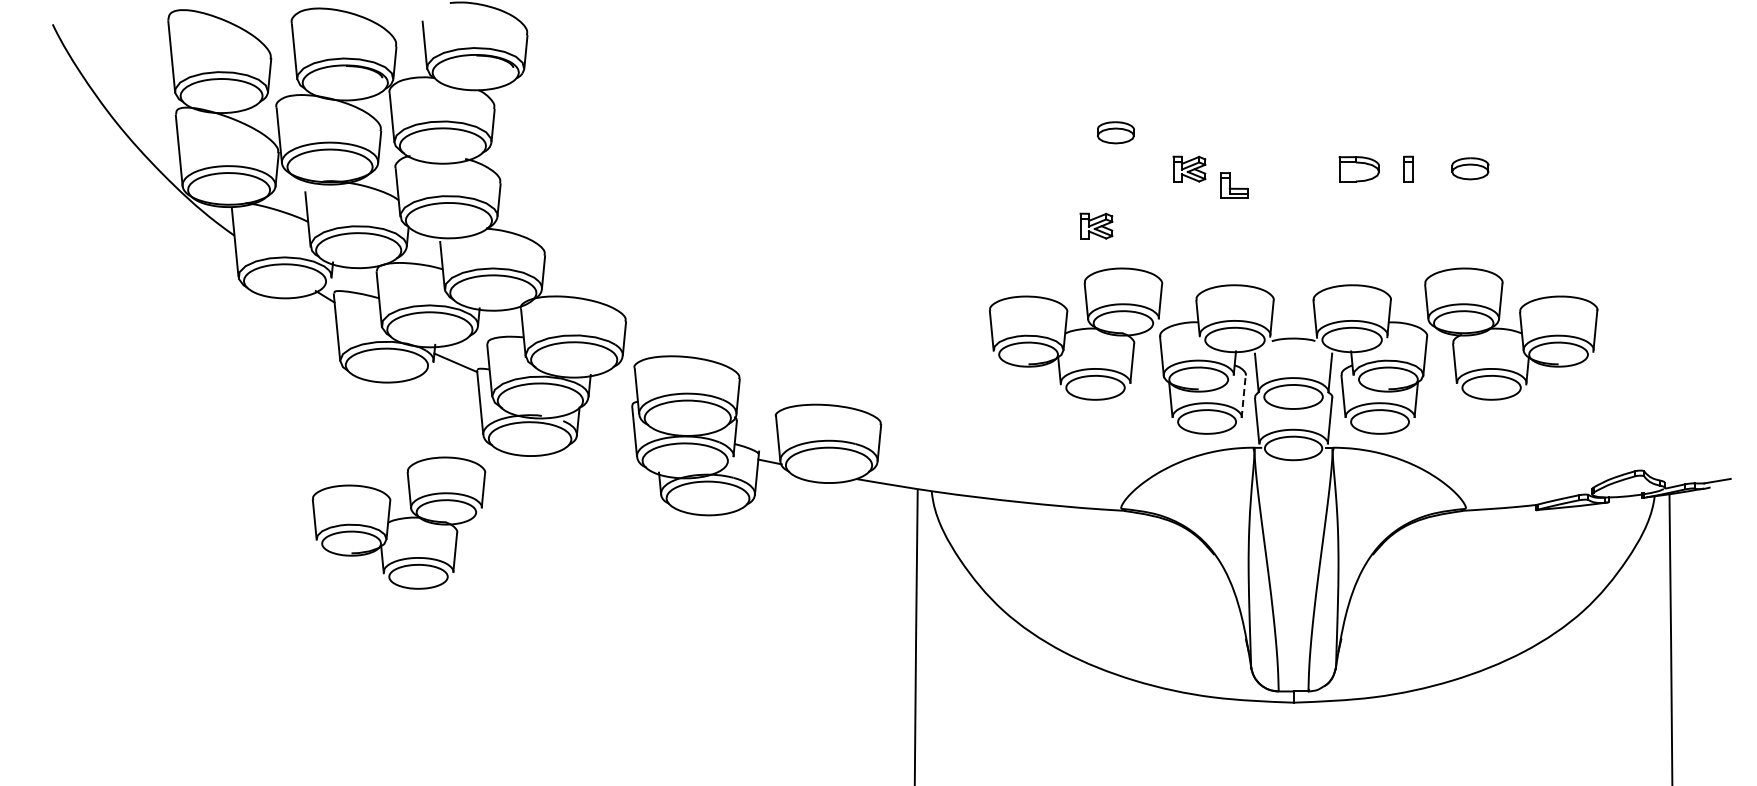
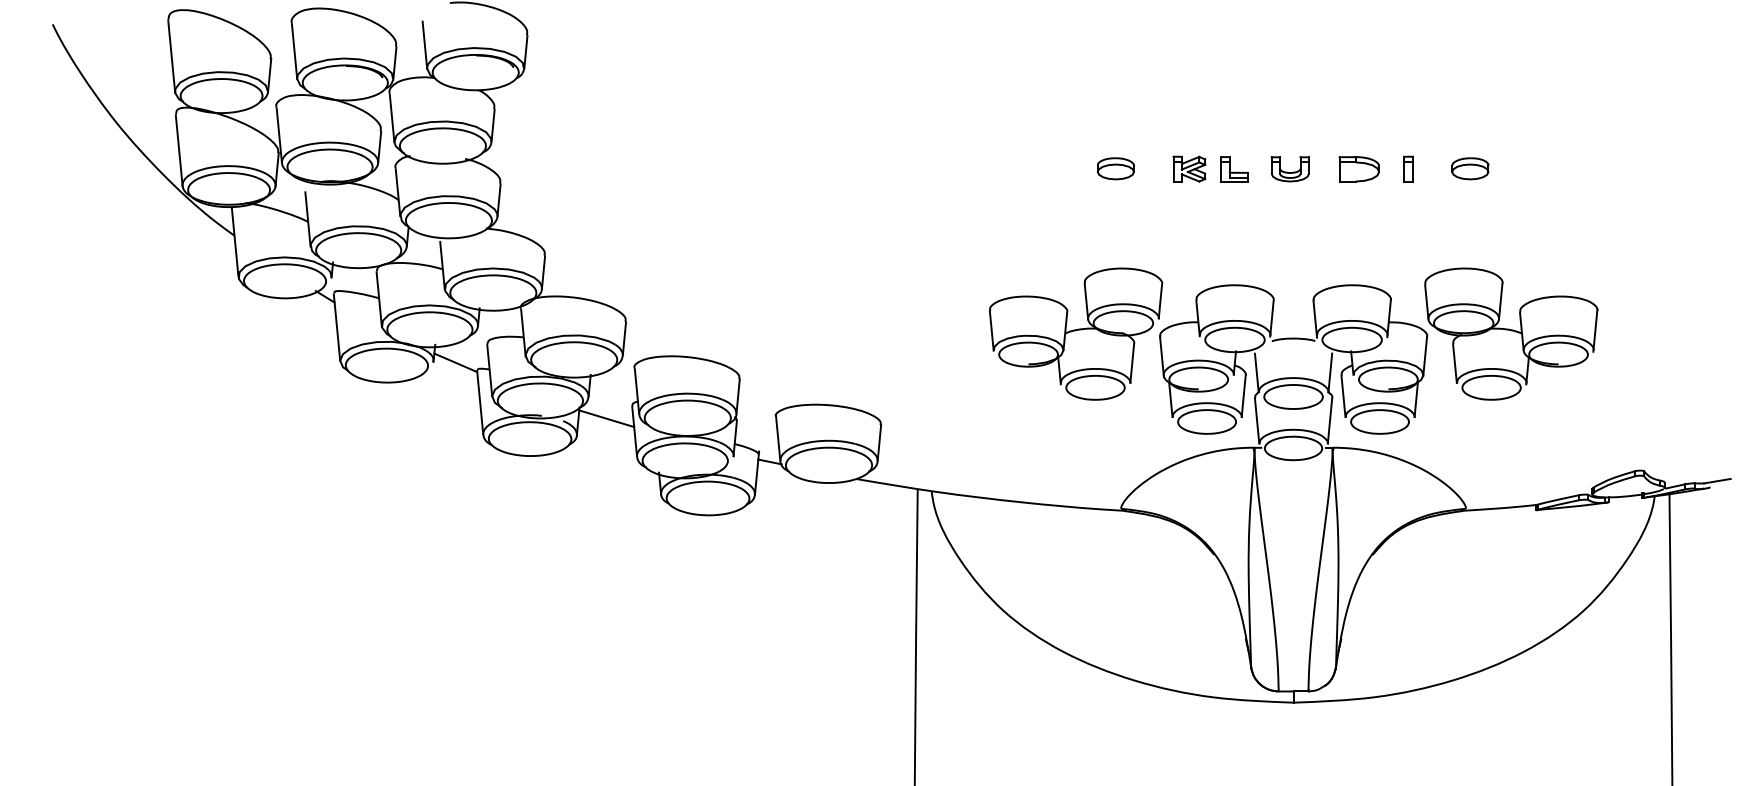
part at (1115, 132) position: (1115, 132) -> (1115, 168)
part at (1289, 169): none -> present
part at (1234, 185) position: (1234, 185) -> (1234, 169)
part at (1096, 225): present -> none
line at (1243, 396): dashed -> solid
line at (606, 418): none -> present
part at (399, 522): present -> none
